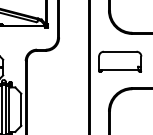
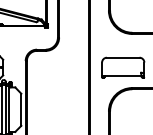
part at (120, 61) position: (120, 61) -> (123, 67)
